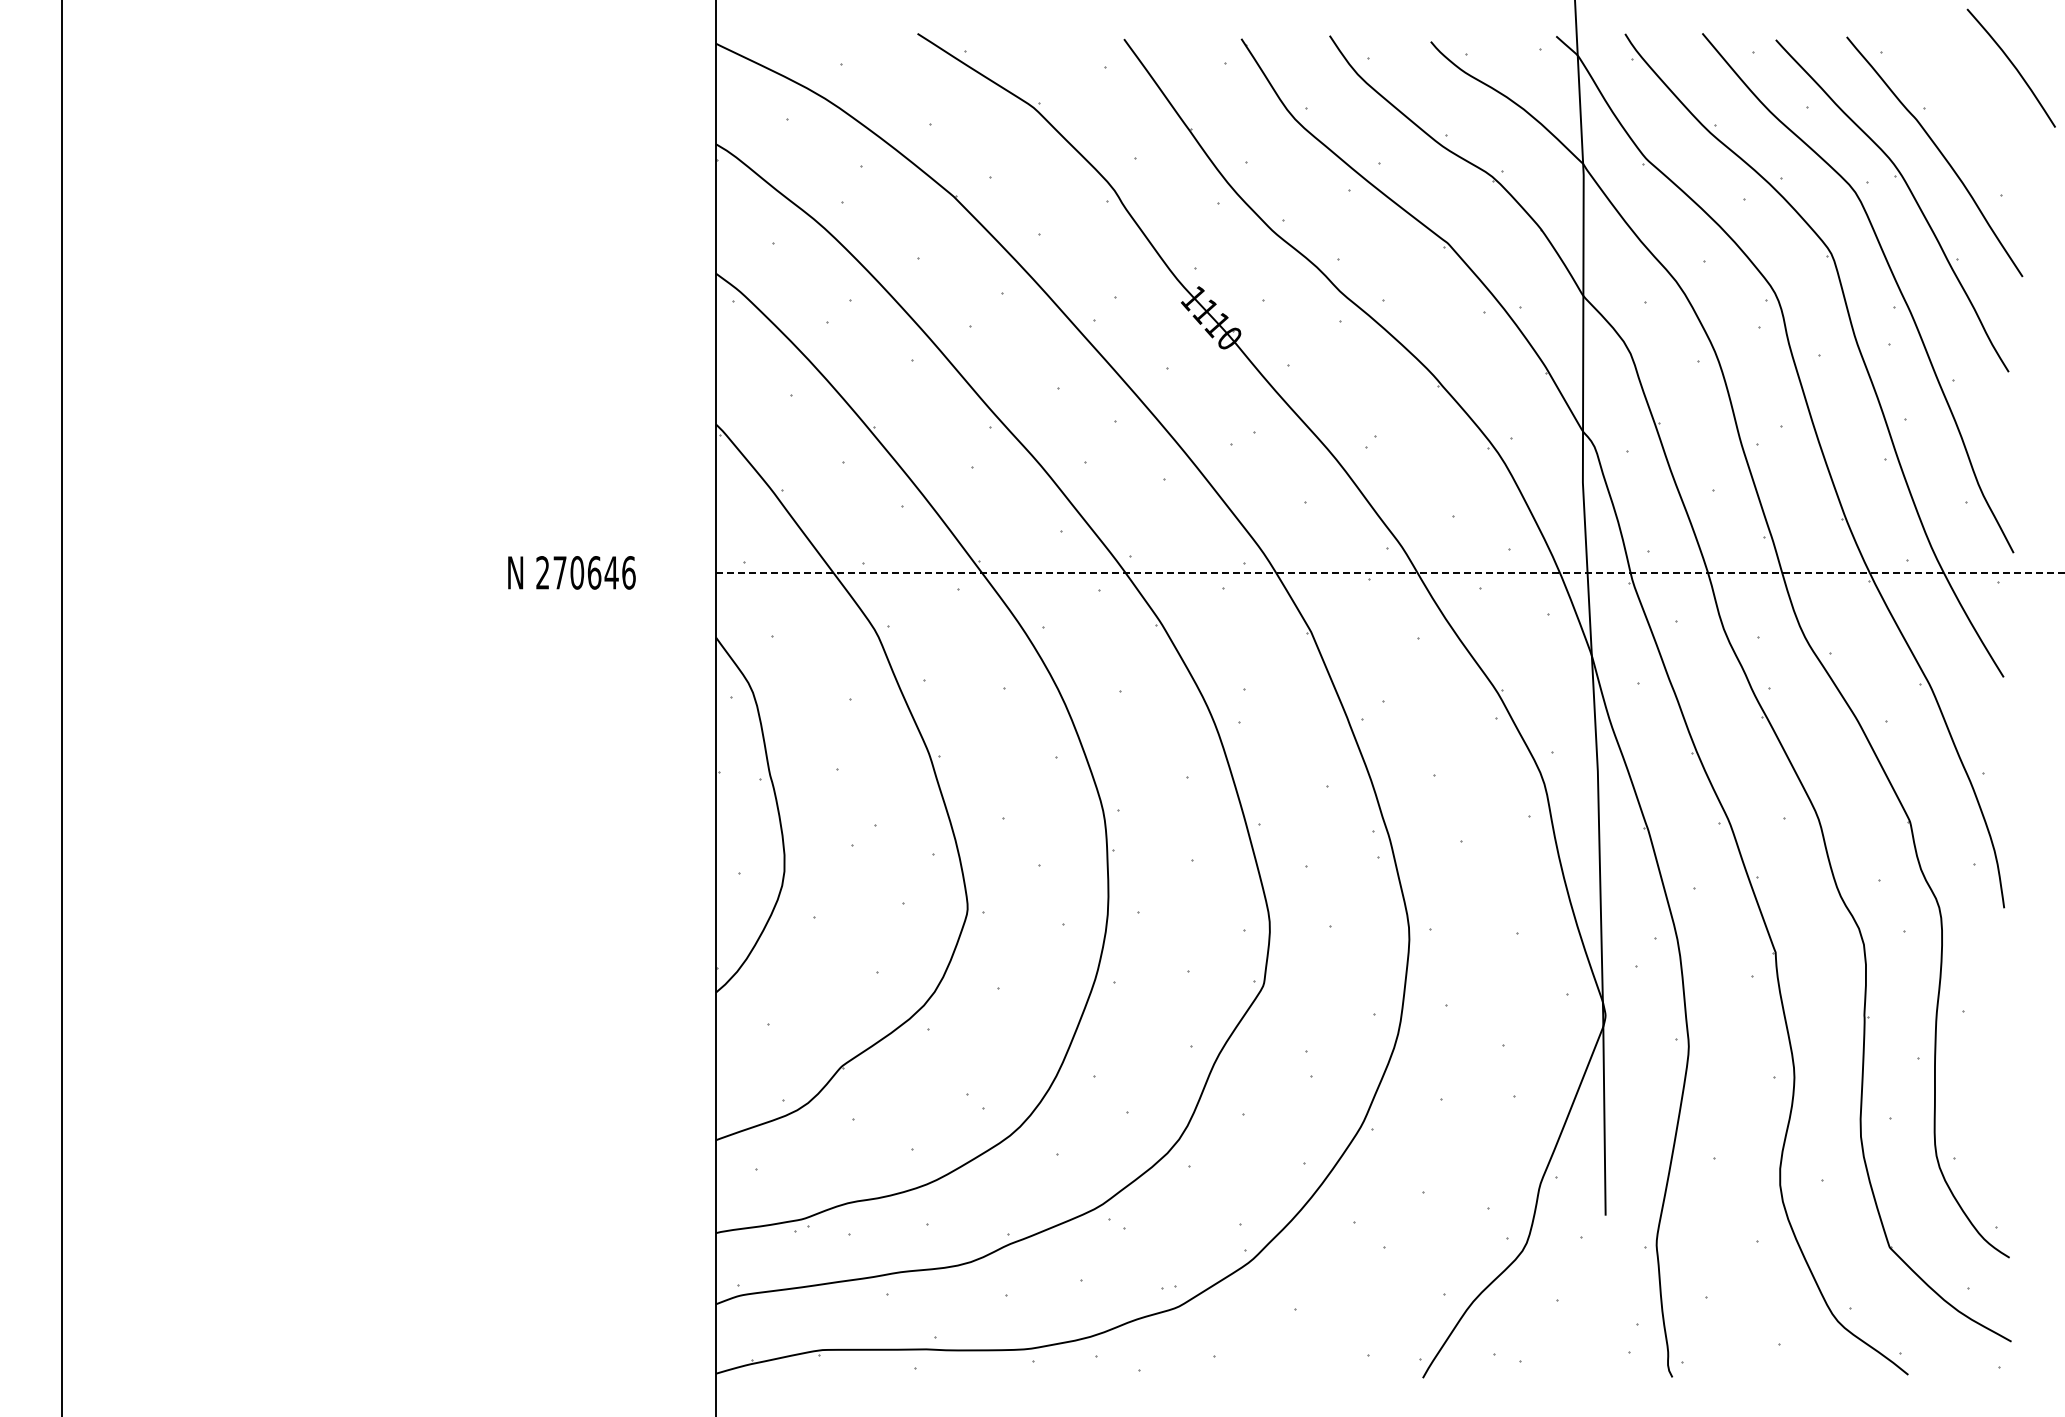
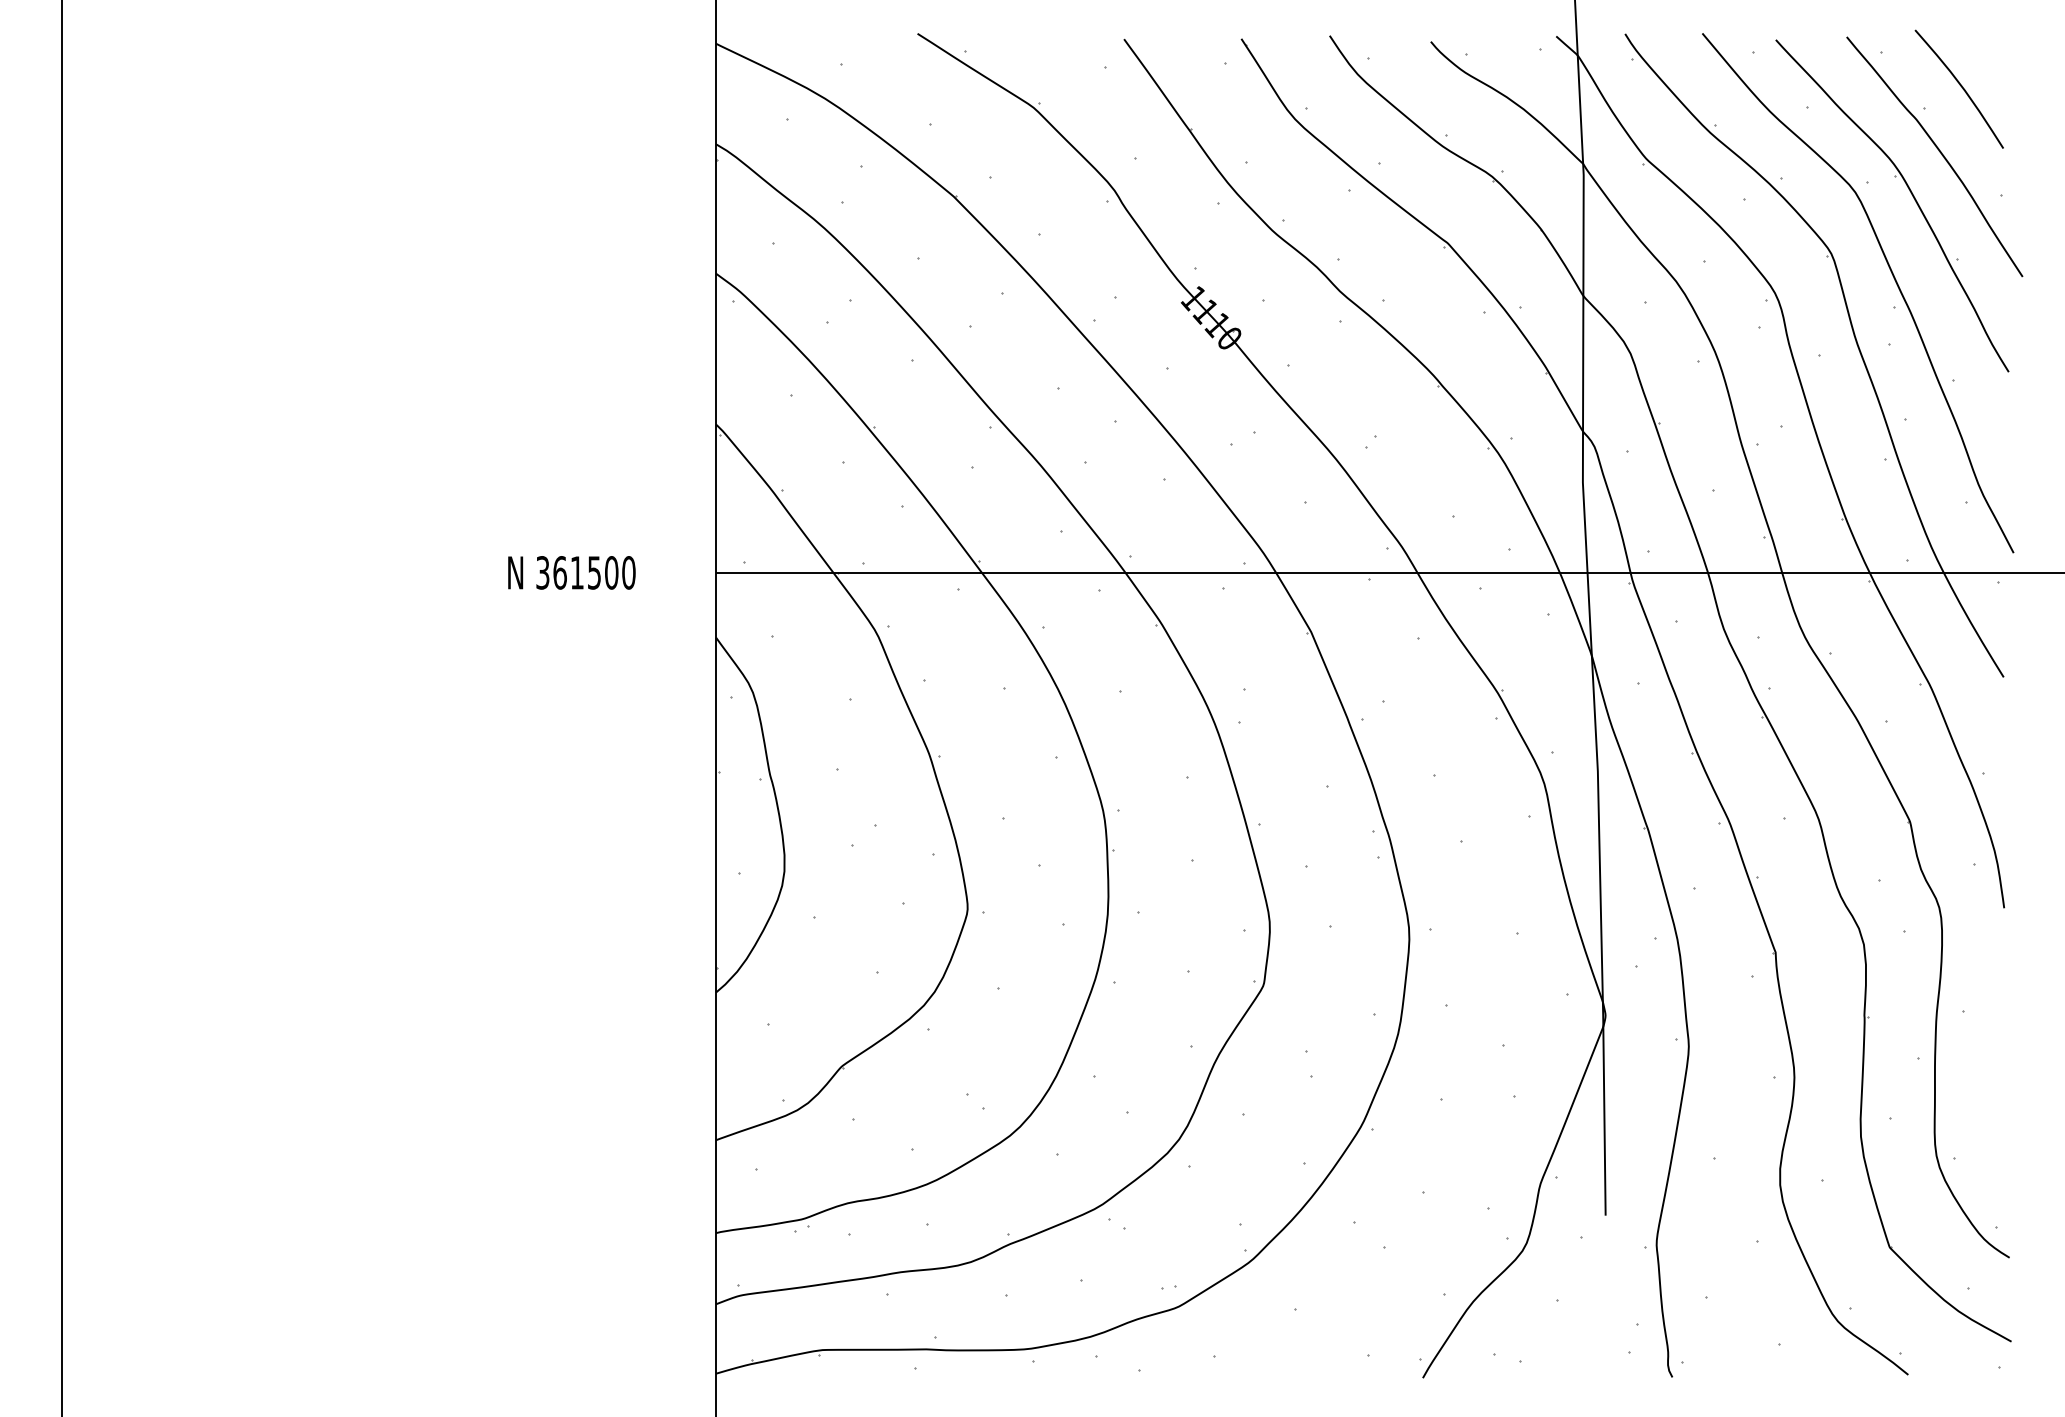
curve at (2012, 65) position: (2012, 65) -> (1960, 86)
text at (585, 572): 270646 -> 361500
line at (1390, 572): dashed -> solid
